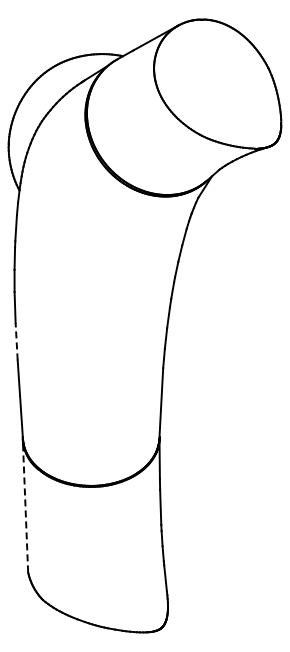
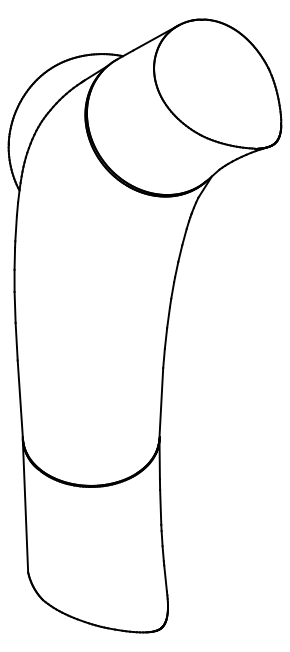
line at (16, 341): dashed -> solid
line at (25, 506): dashed -> solid
